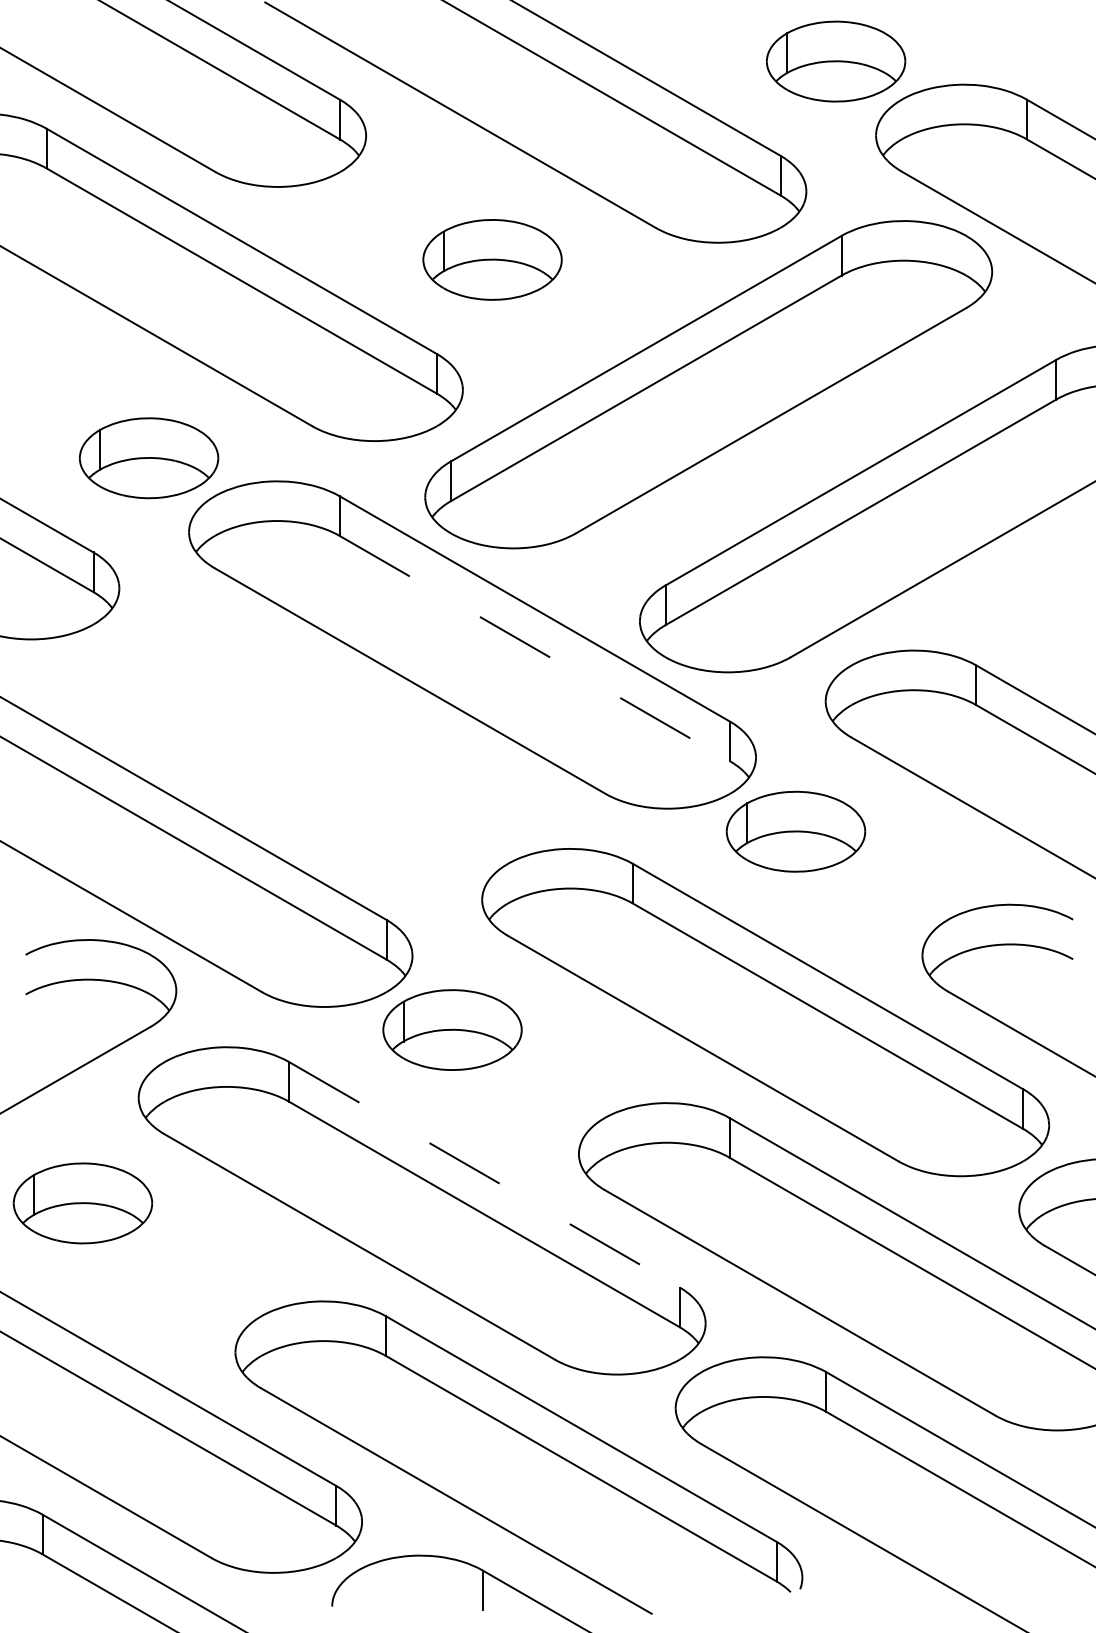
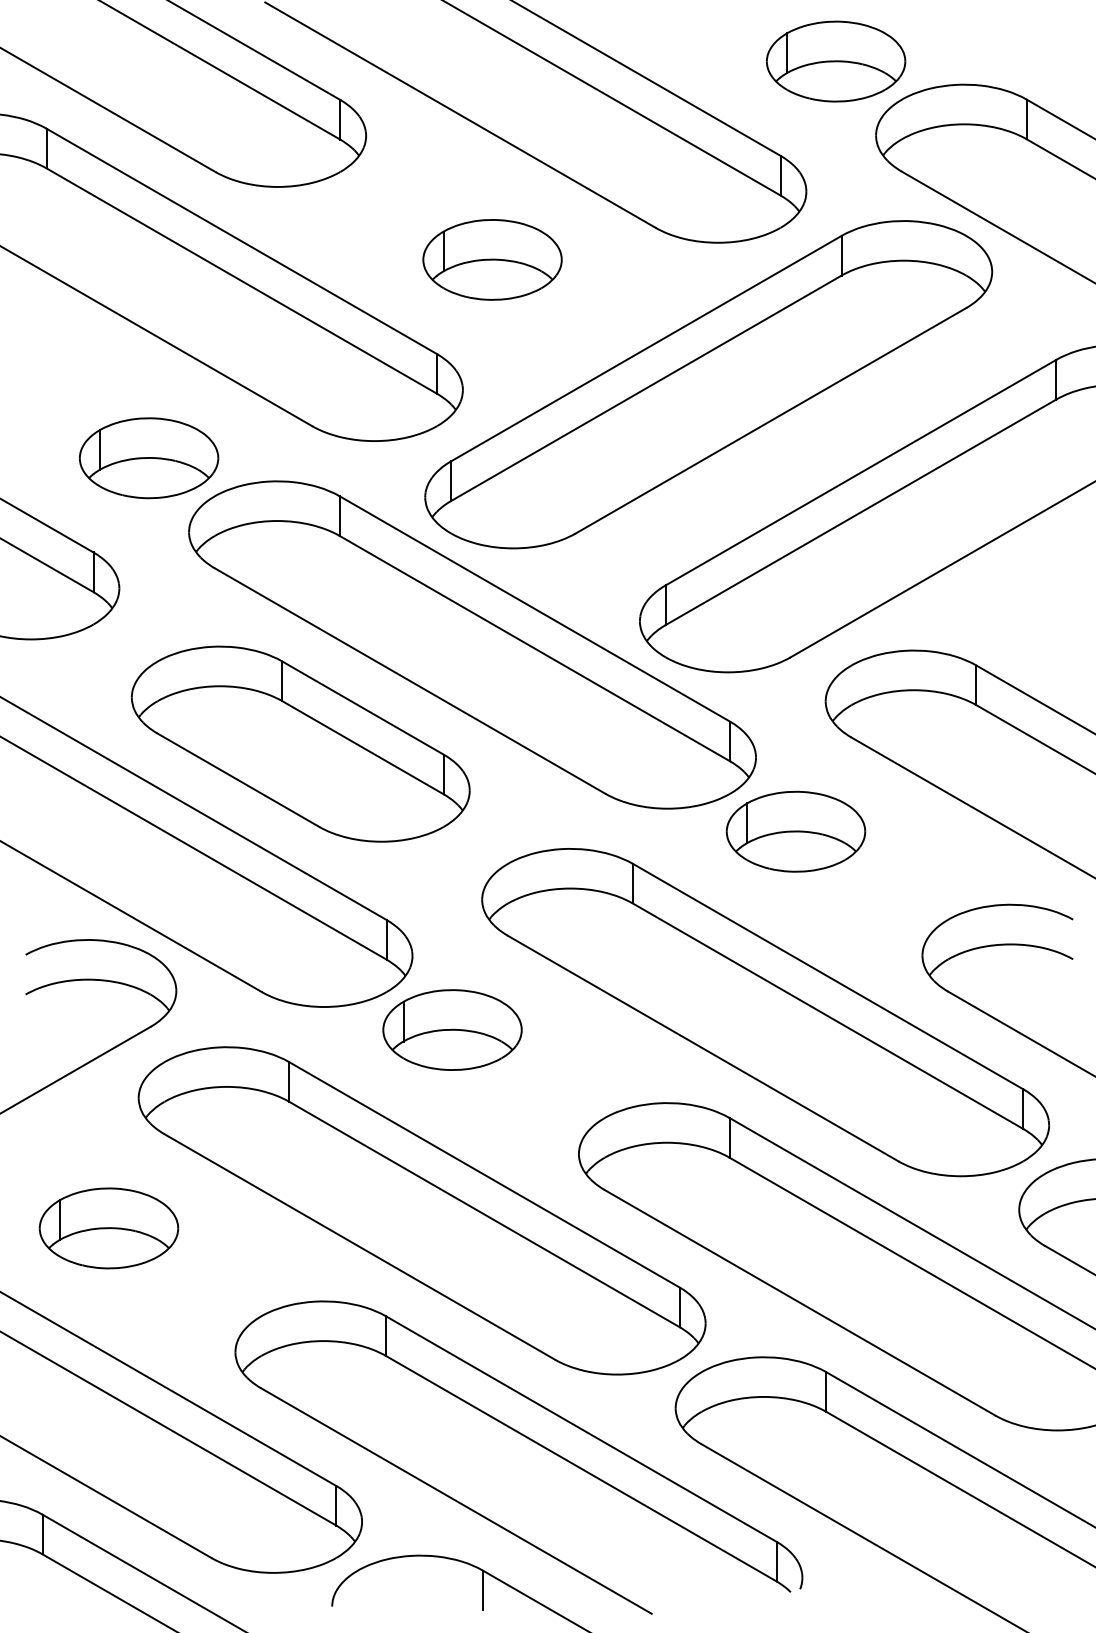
line at (535, 648): dashed -> solid
part at (300, 743): none -> present
line at (484, 1175): dashed -> solid
part at (82, 1203) position: (82, 1203) -> (108, 1228)
